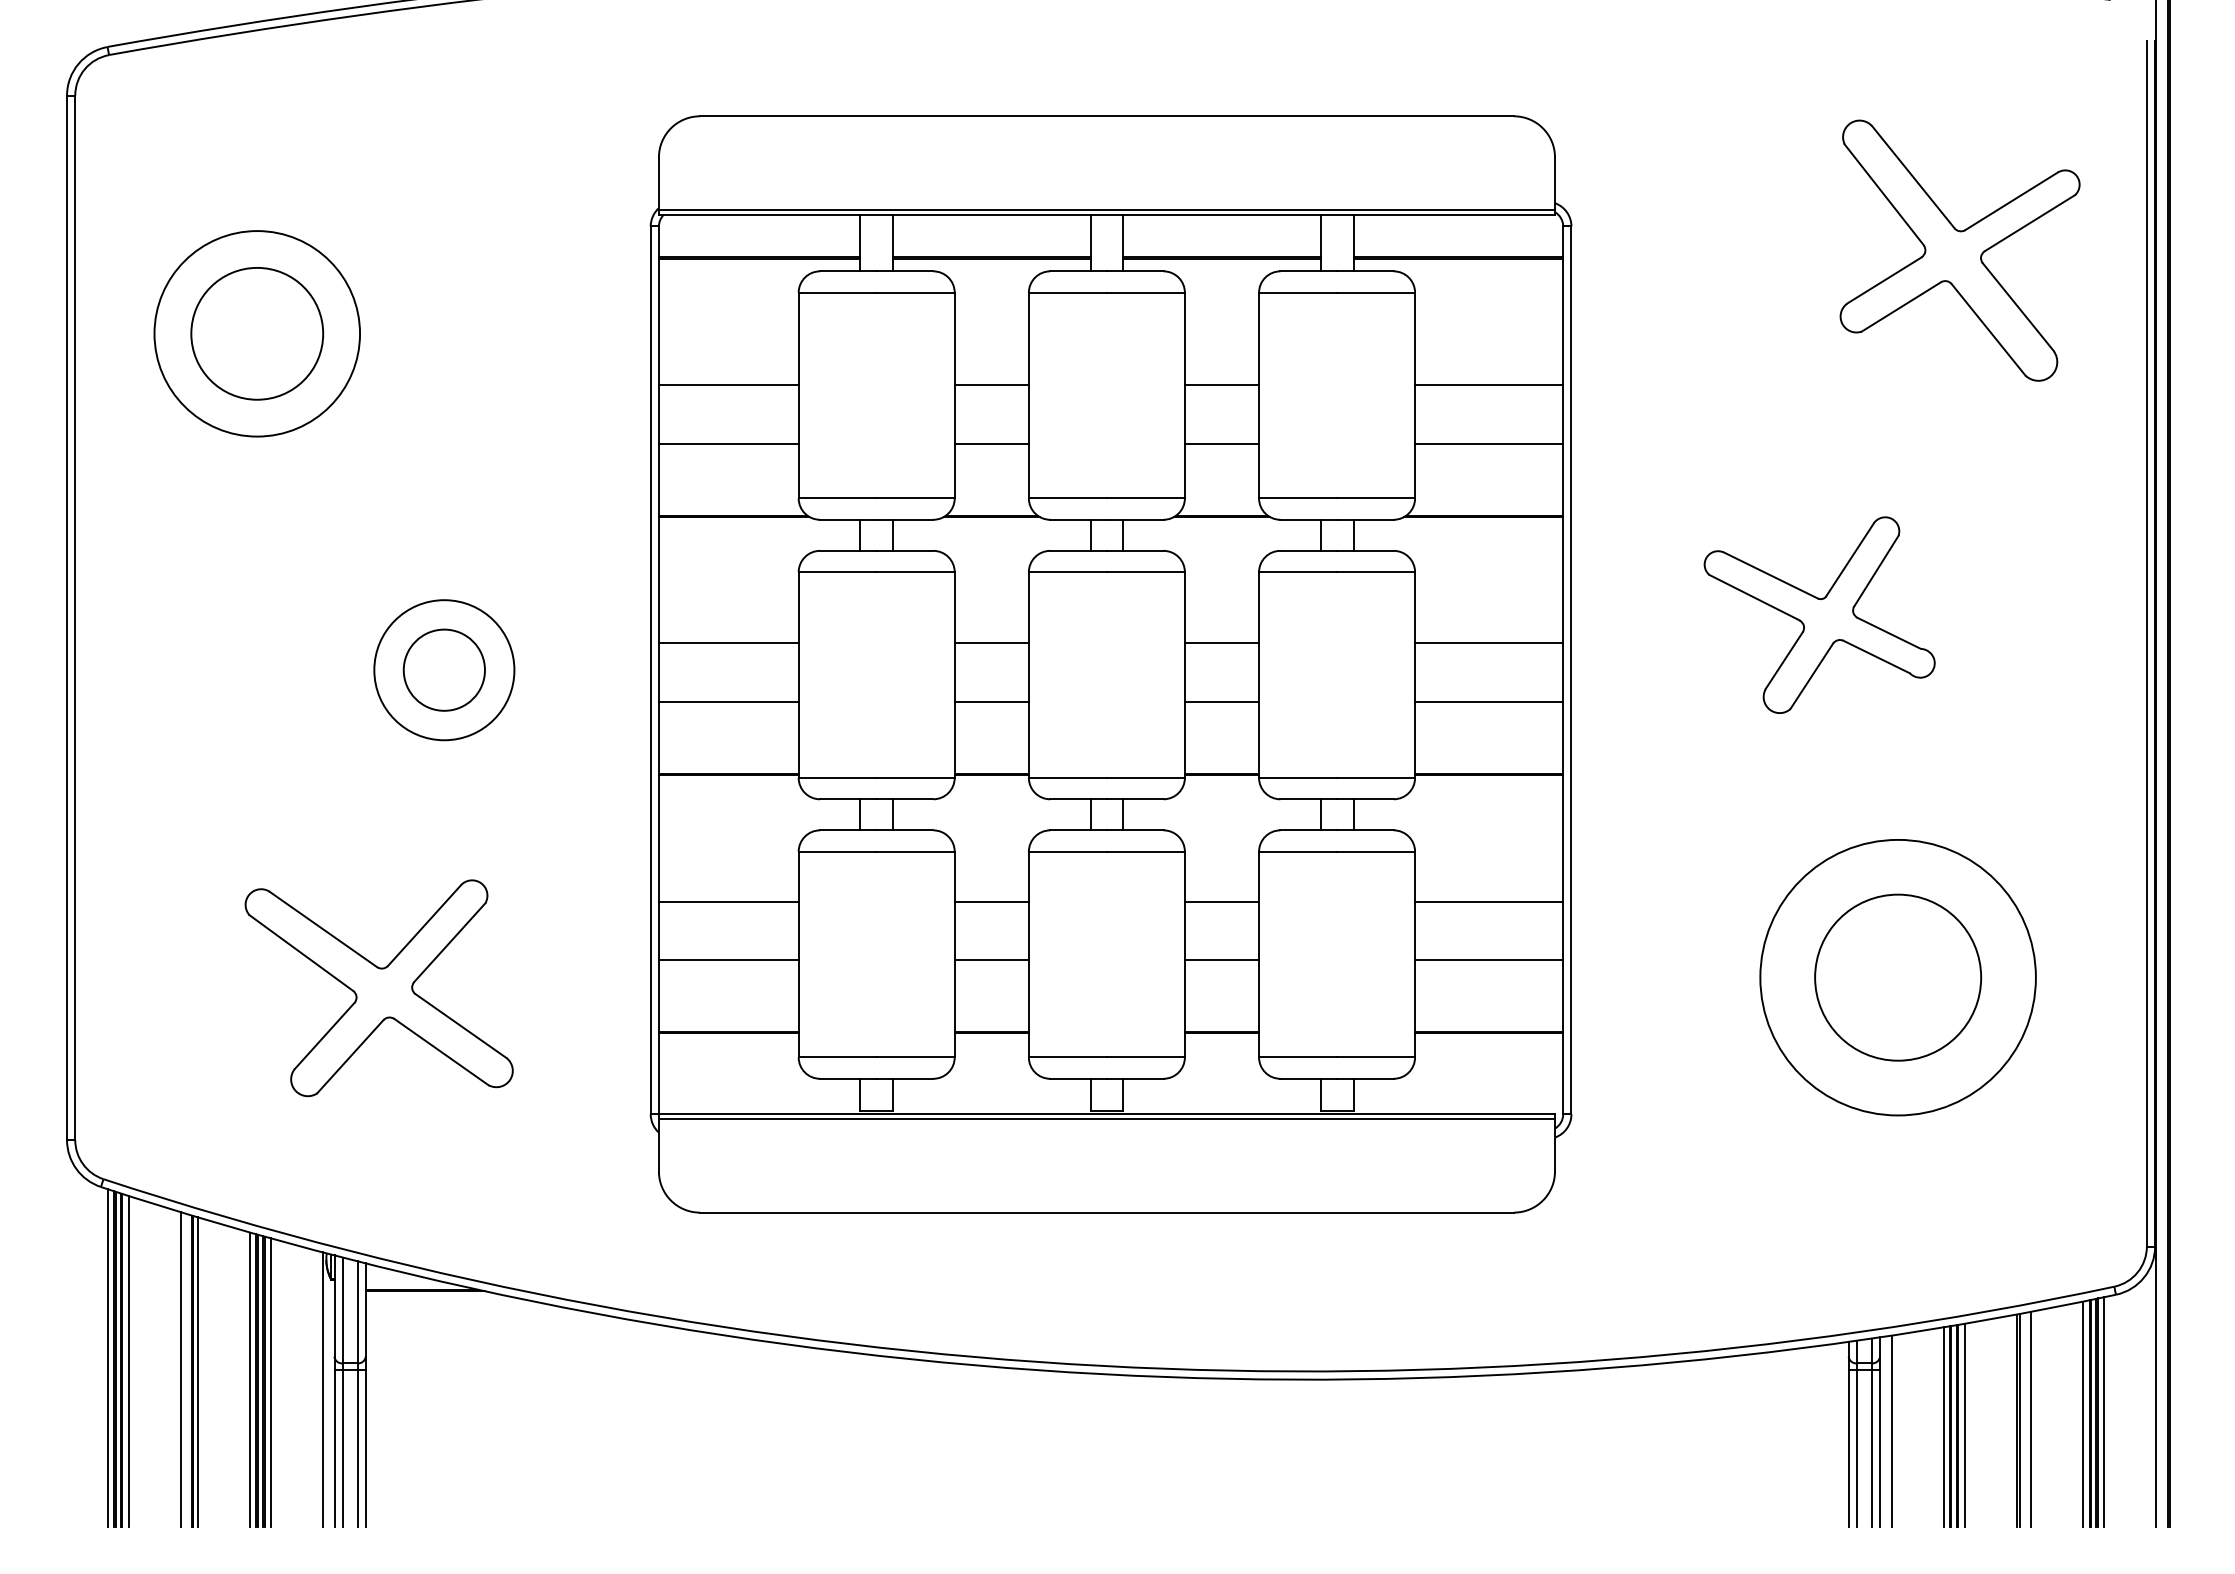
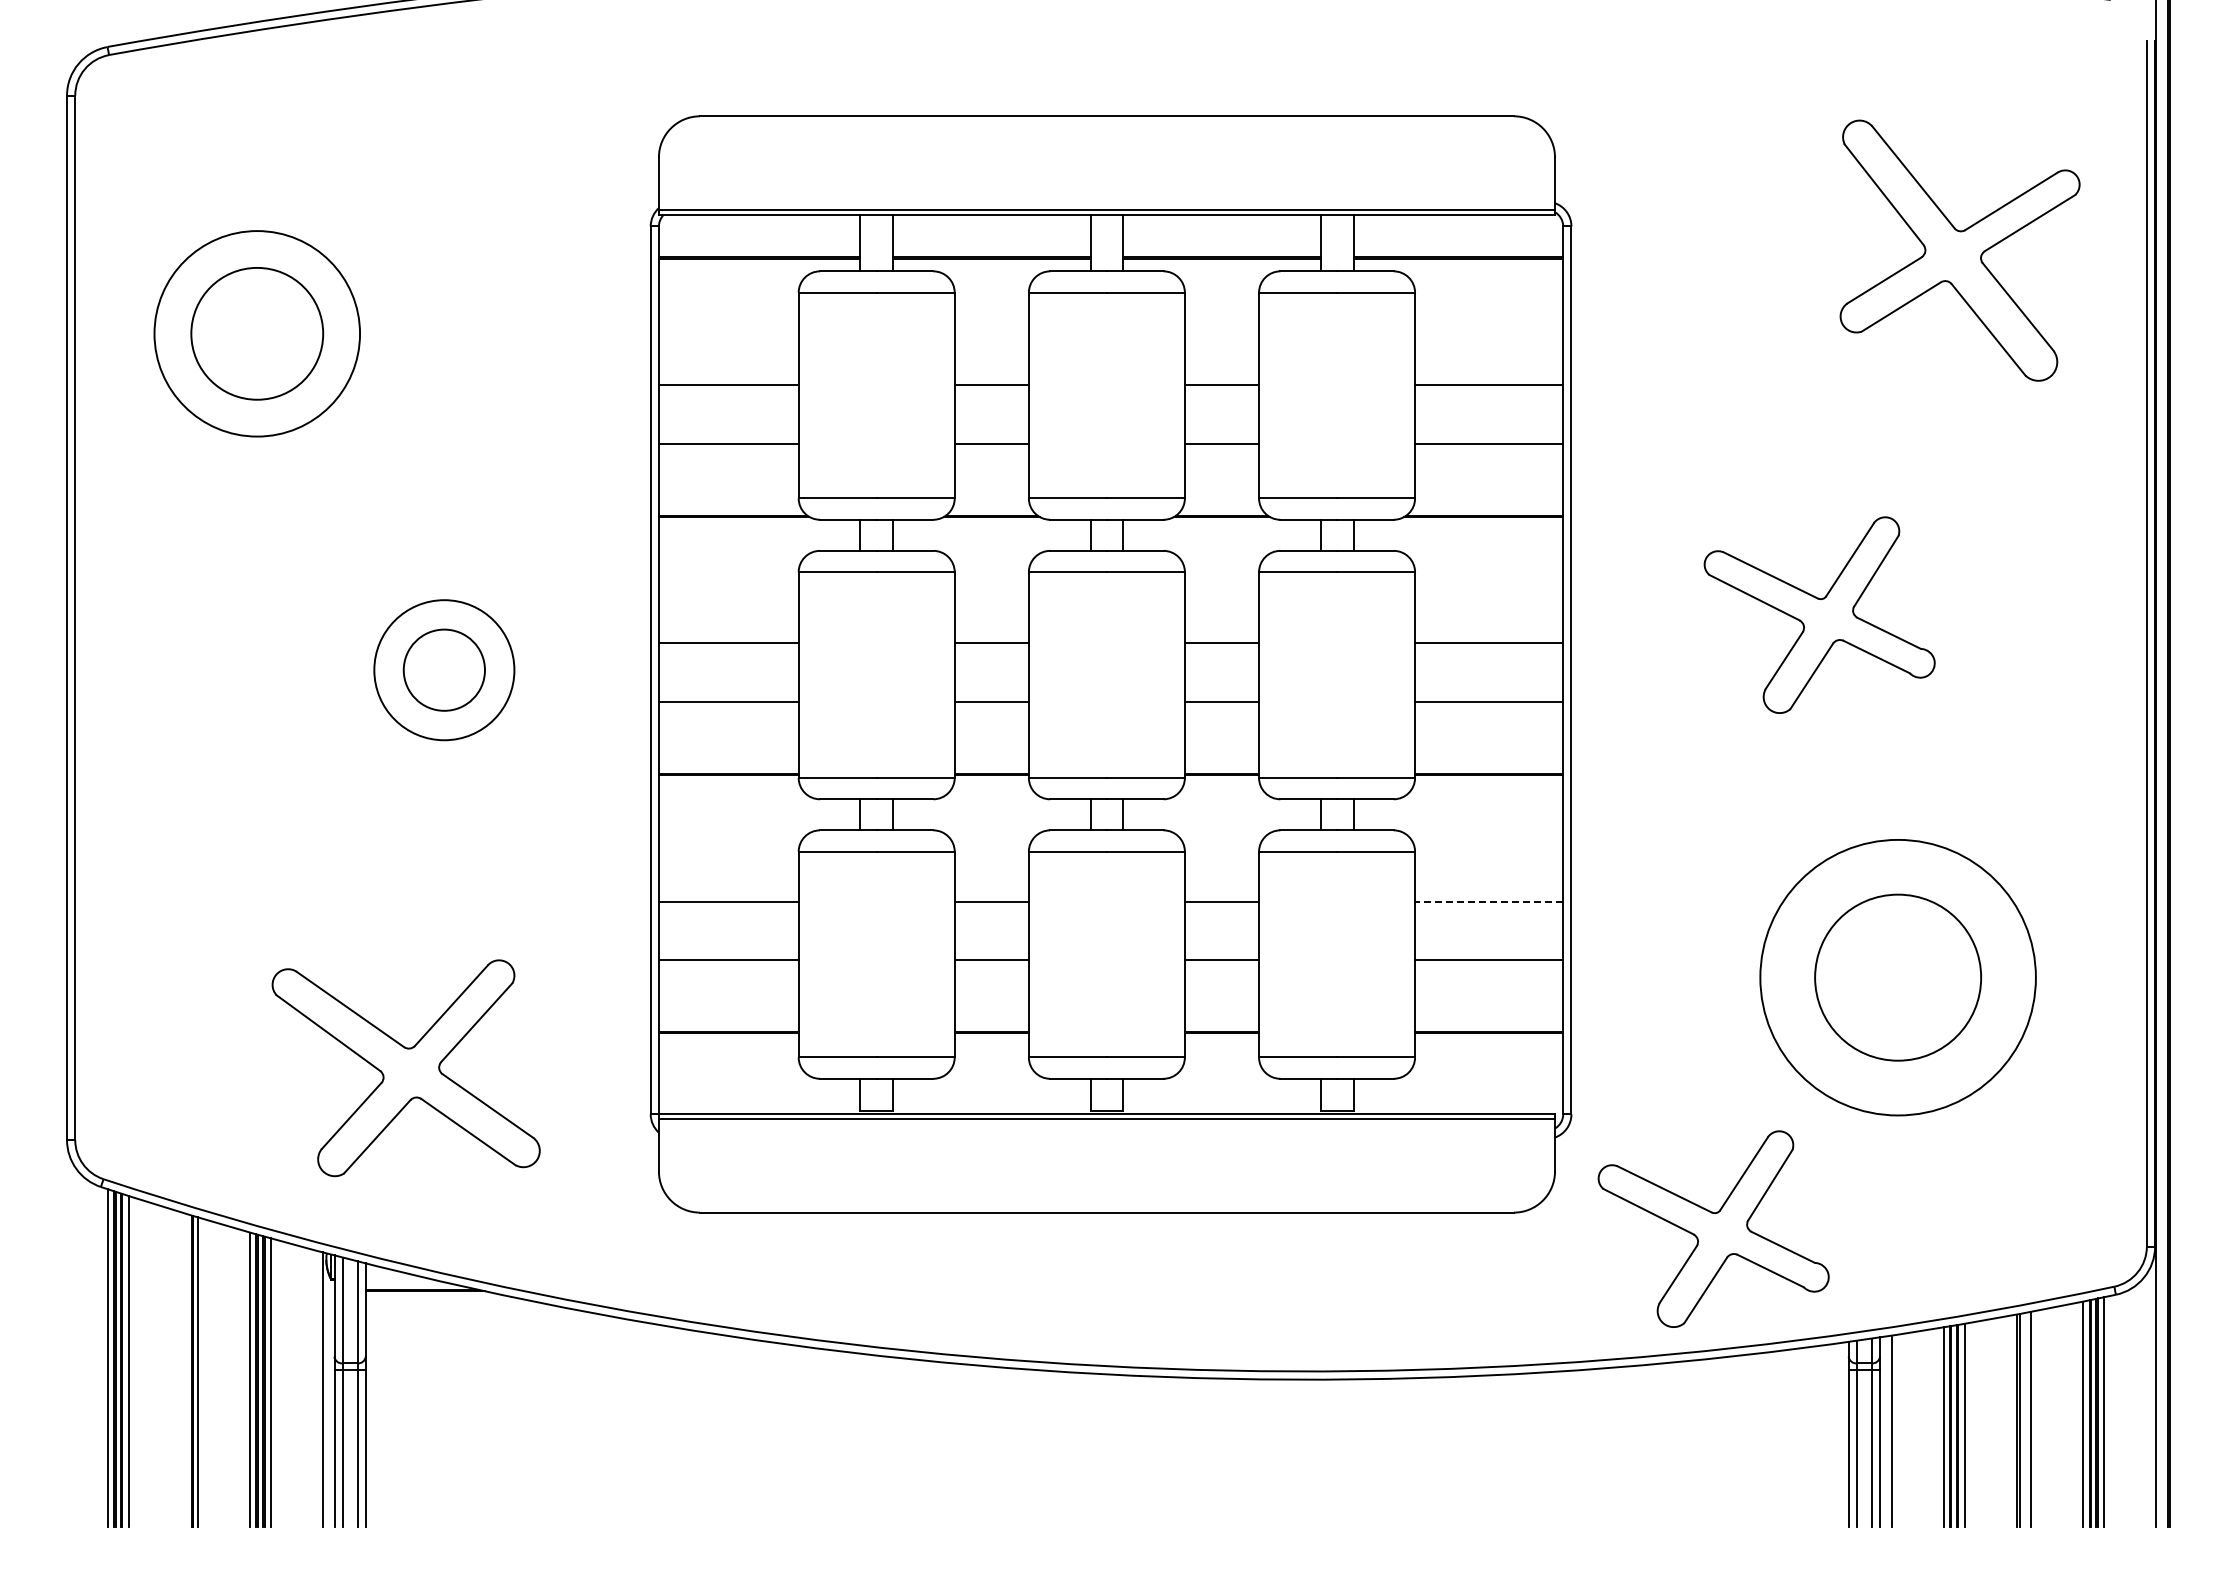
line at (1488, 901): solid -> dashed
part at (378, 988) position: (378, 988) -> (405, 1068)
part at (1713, 1228): none -> present
line at (180, 1369): present -> none
